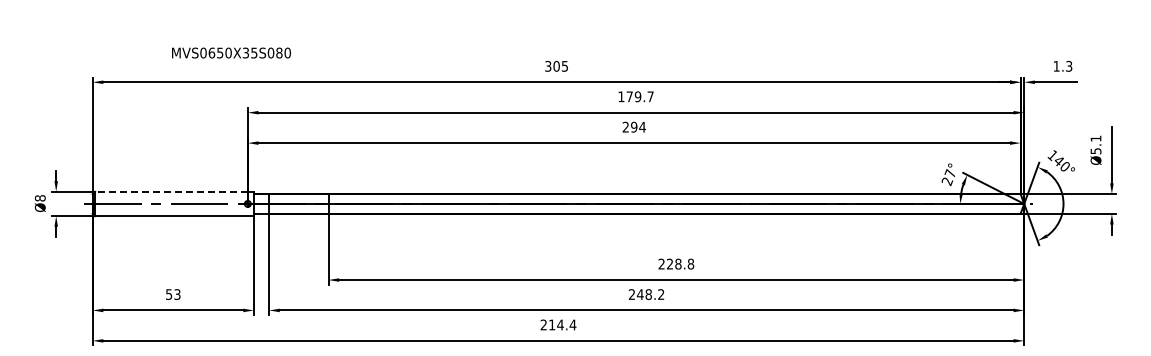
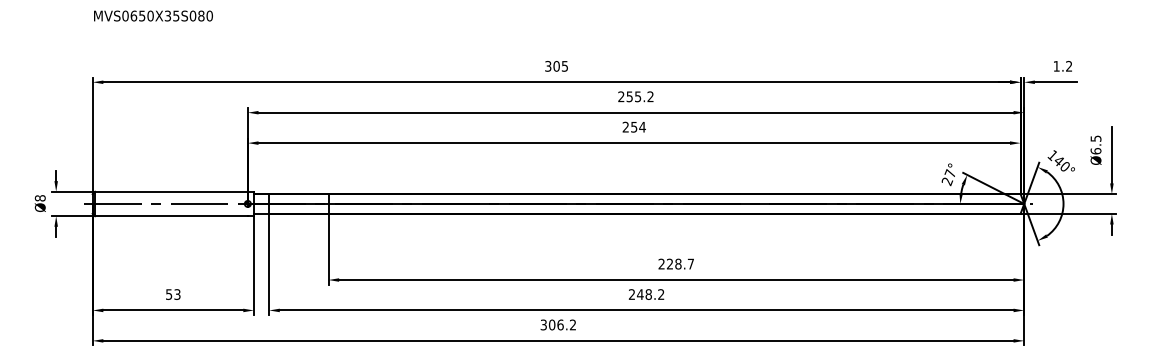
text at (231, 52) position: (231, 52) -> (153, 15)
text at (1069, 66): 1.3 -> 1.2
text at (635, 96): 179.7 -> 255.2
text at (634, 126): 294 -> 254
text at (1095, 144): Ø5.1 -> Ø6.5
line at (171, 191): dashed -> solid
text at (690, 263): 228.8 -> 228.7
text at (558, 324): 214.4 -> 306.2
